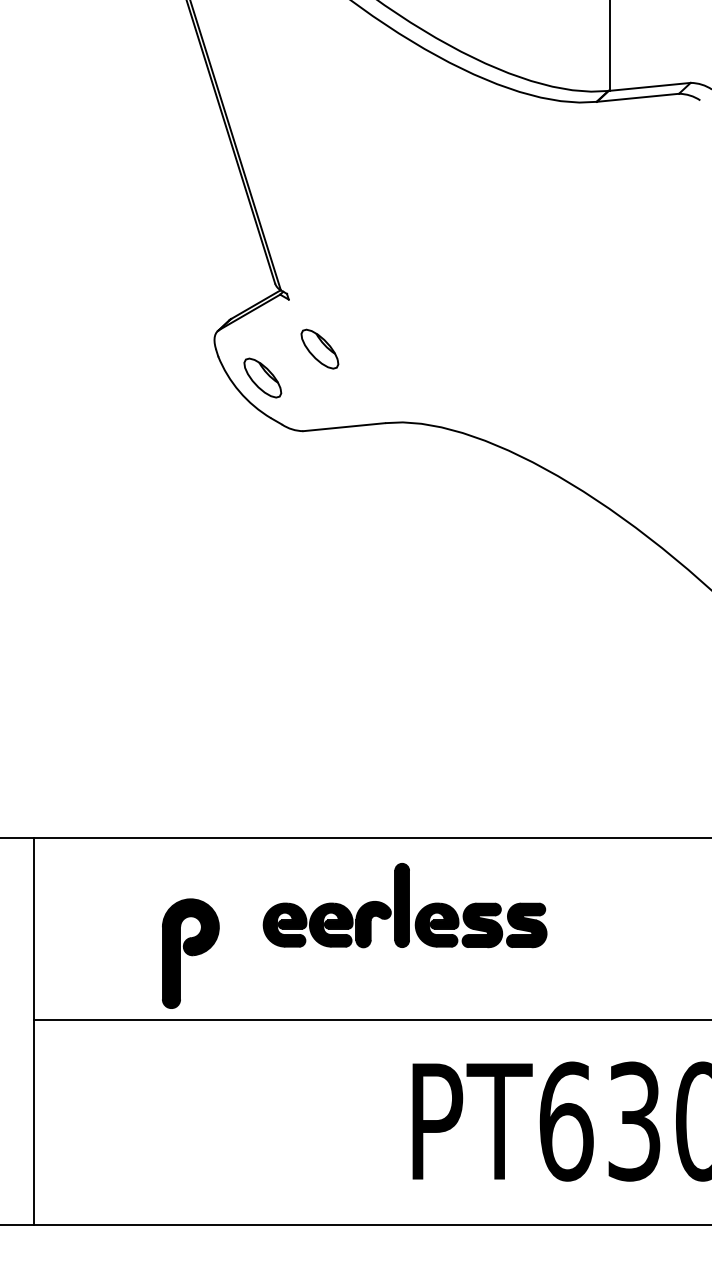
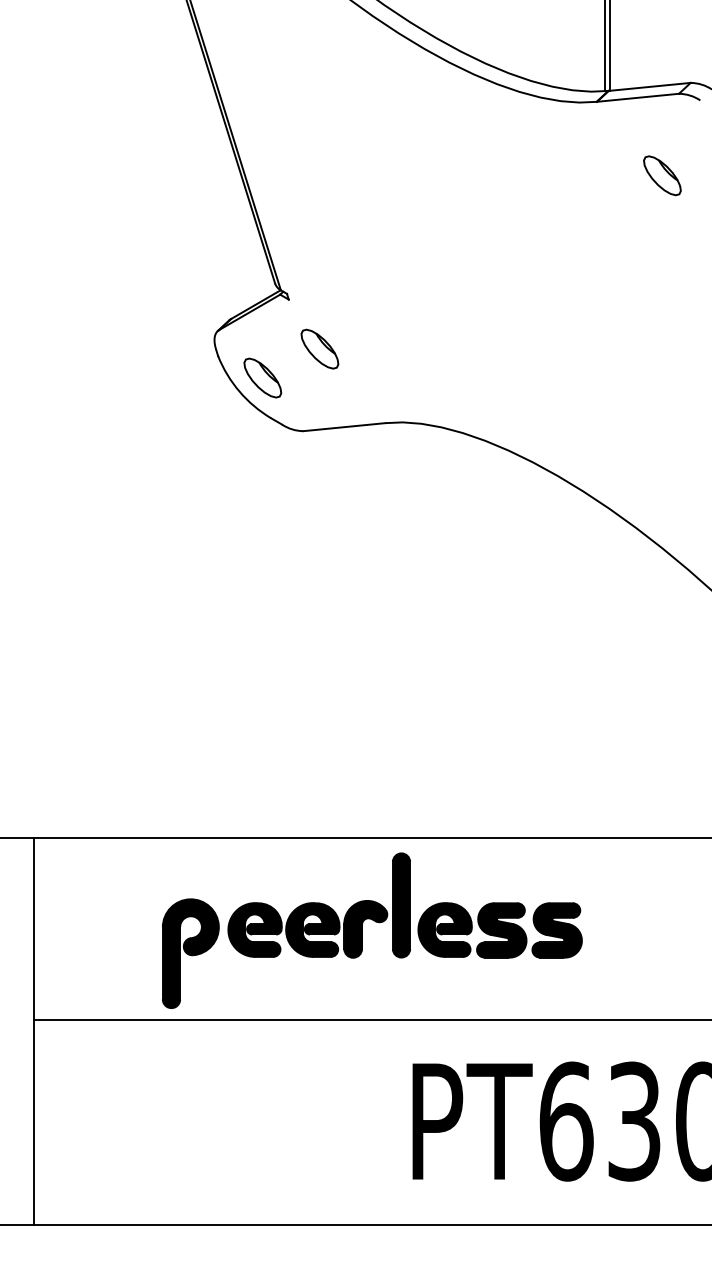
line at (605, 46): none -> present
part at (662, 175): none -> present
part at (404, 905) size: 286x86 px -> 356x107 px
